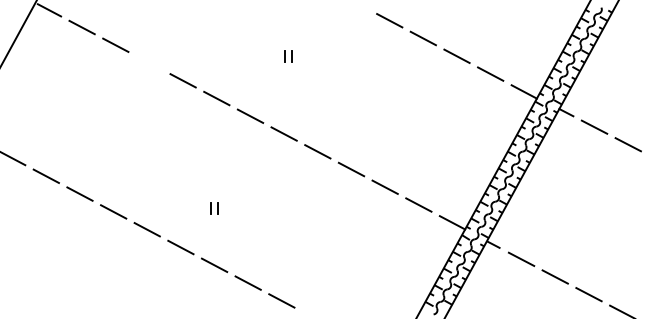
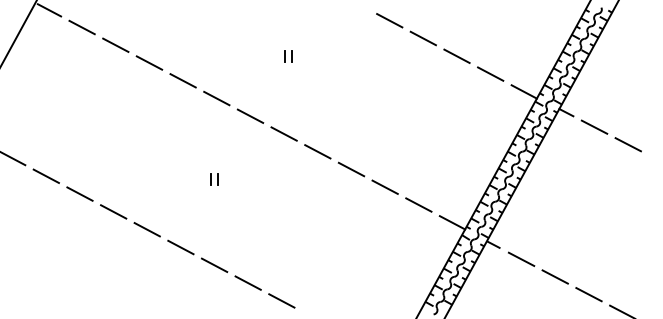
line at (149, 62): none -> present
part at (214, 208) position: (214, 208) -> (214, 179)
